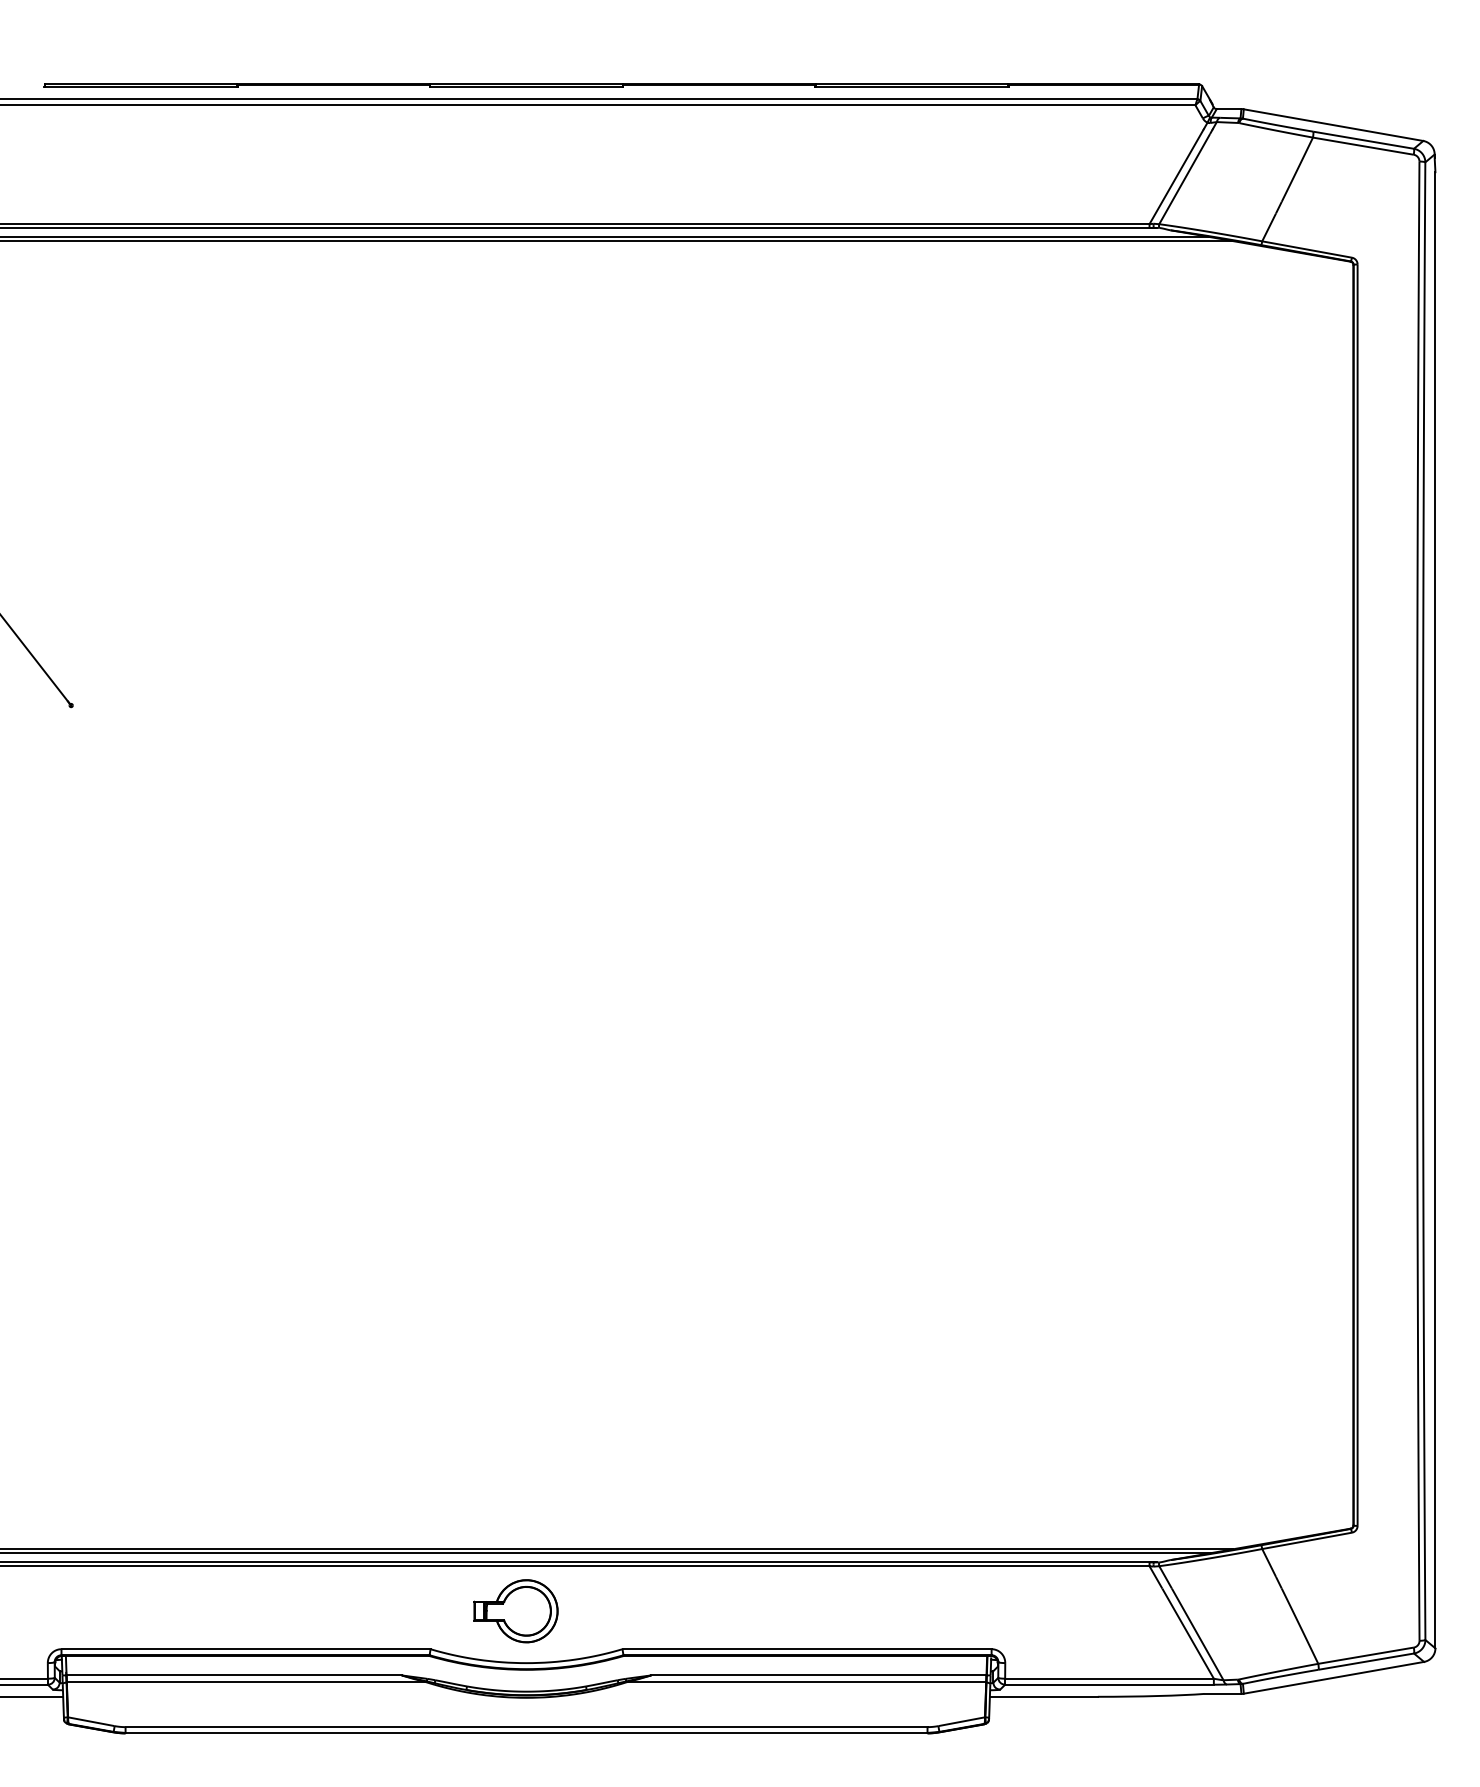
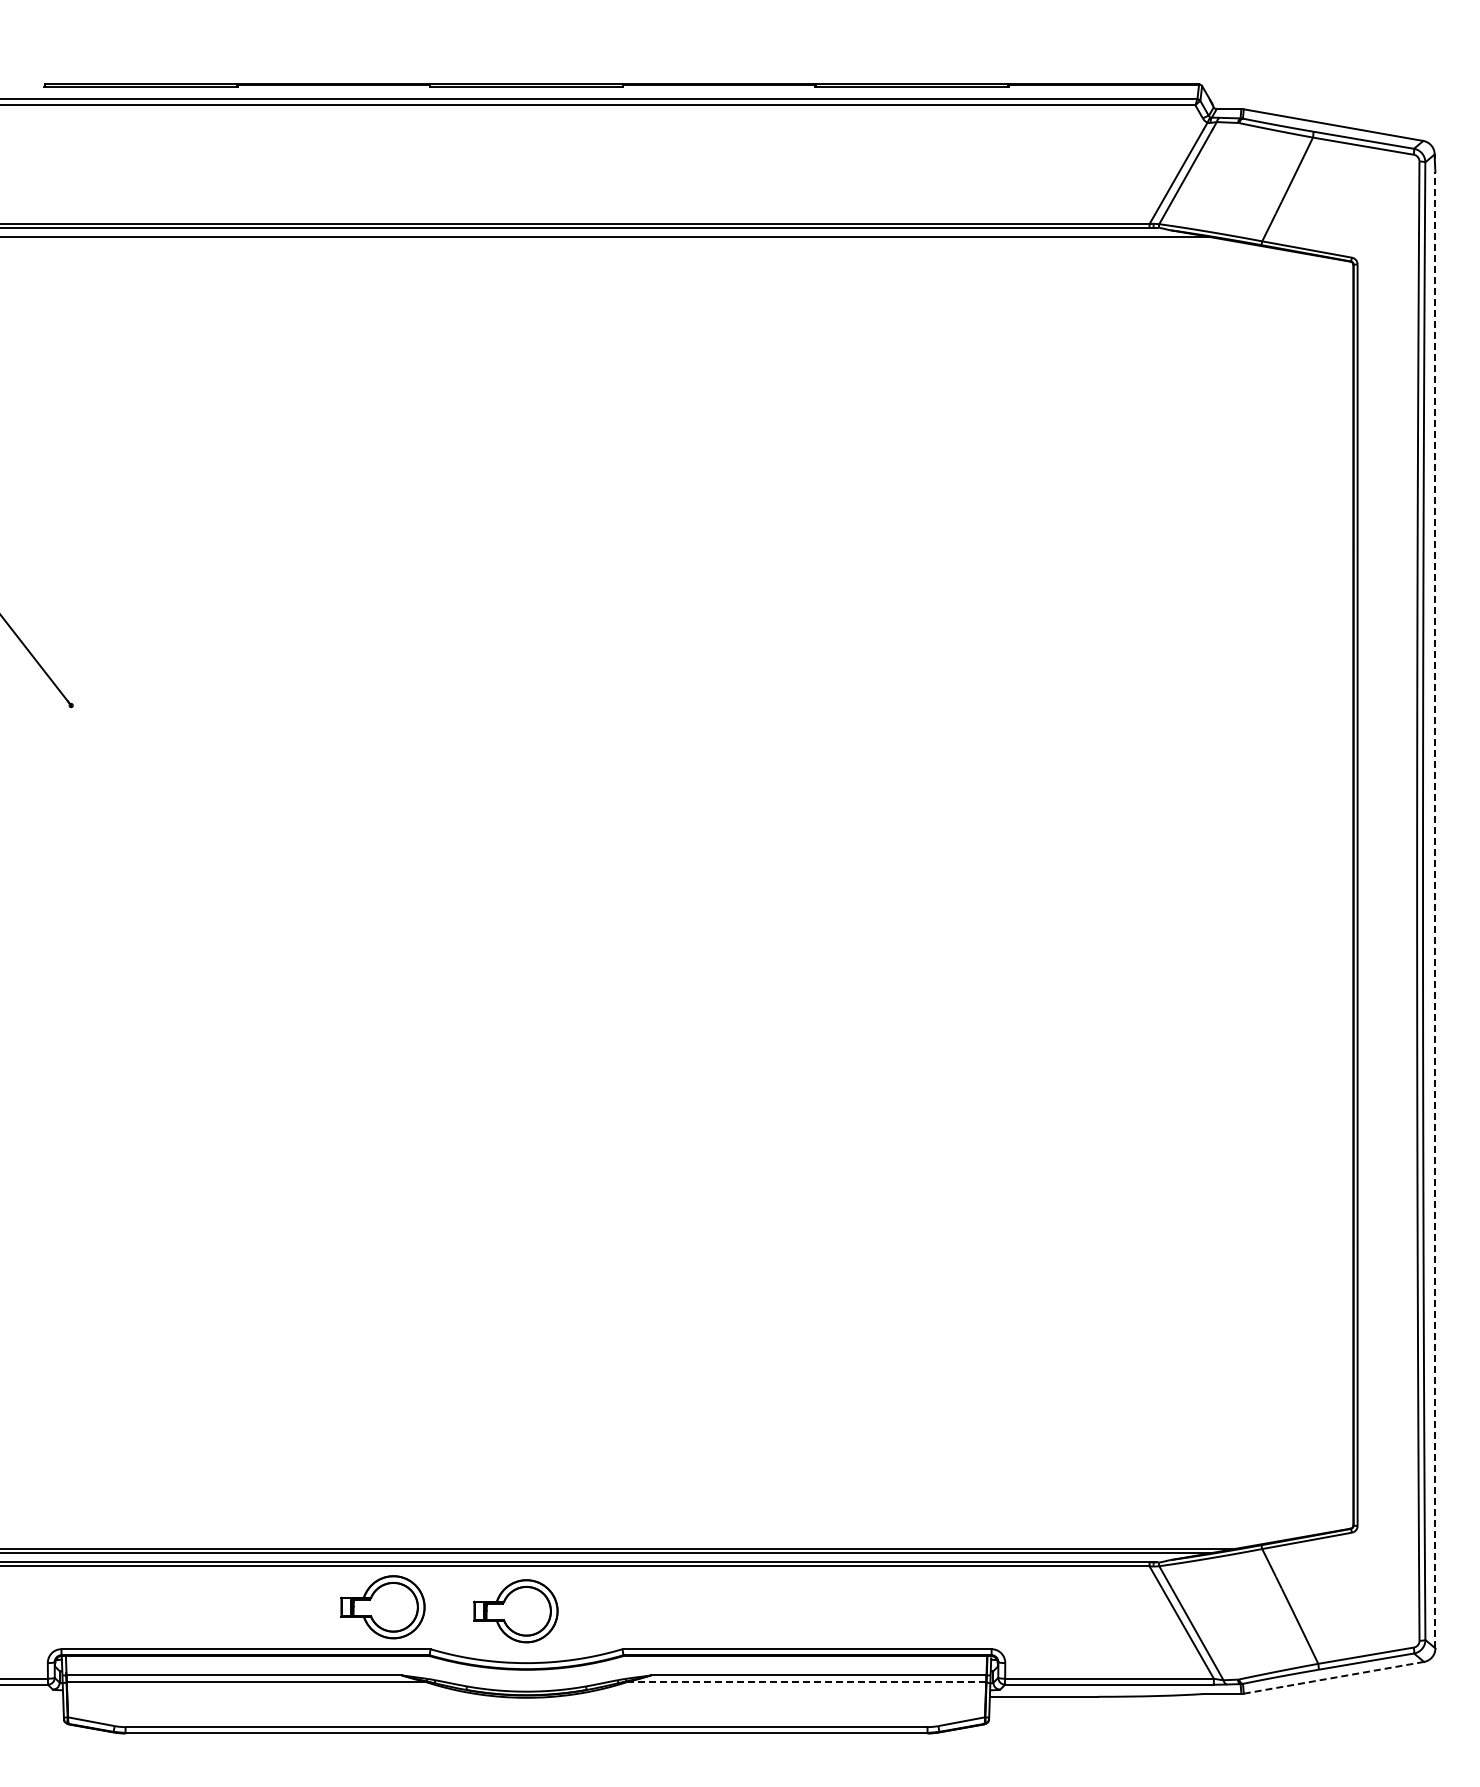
line at (617, 241): present -> none
line at (1435, 909): solid -> dashed
part at (382, 1607): none -> present
line at (1333, 1677): solid -> dashed
line at (806, 1682): solid -> dashed
line at (32, 1696): present -> none
